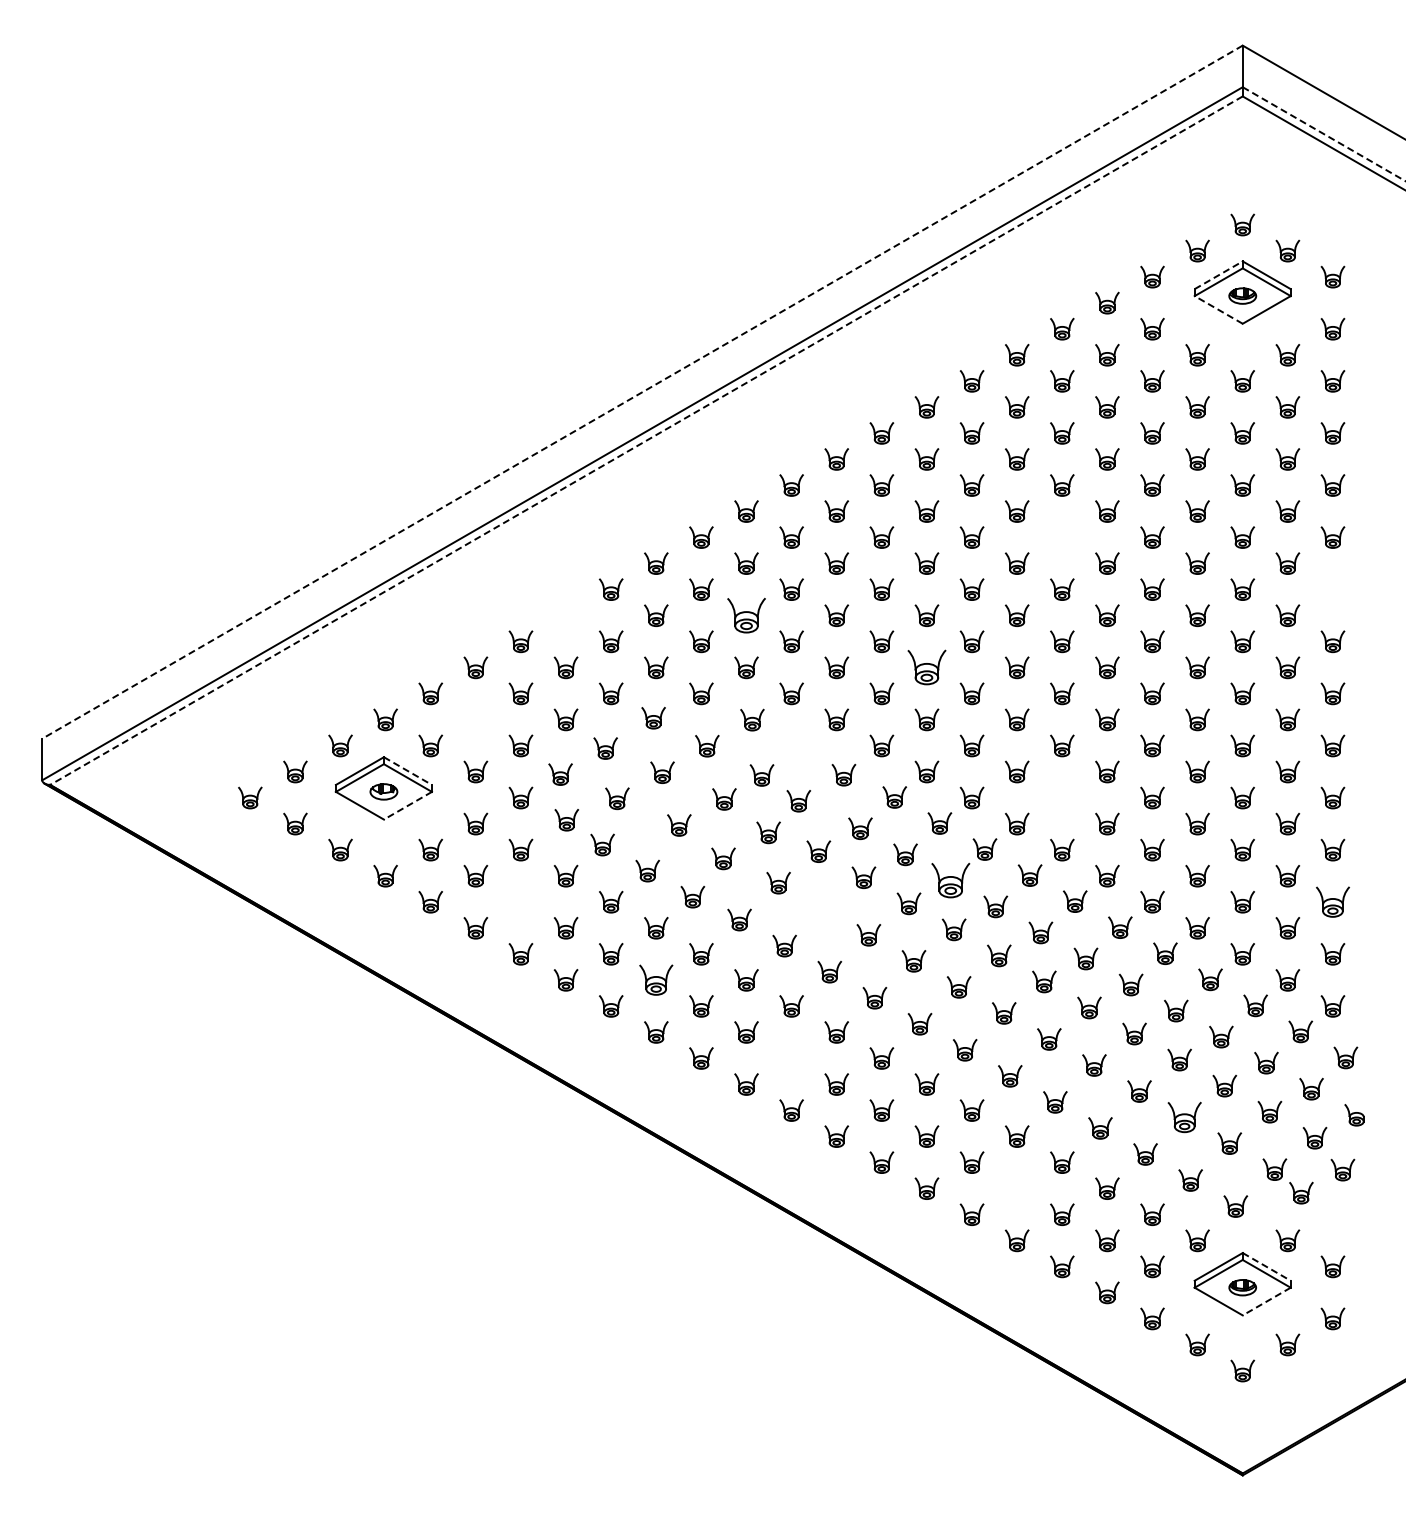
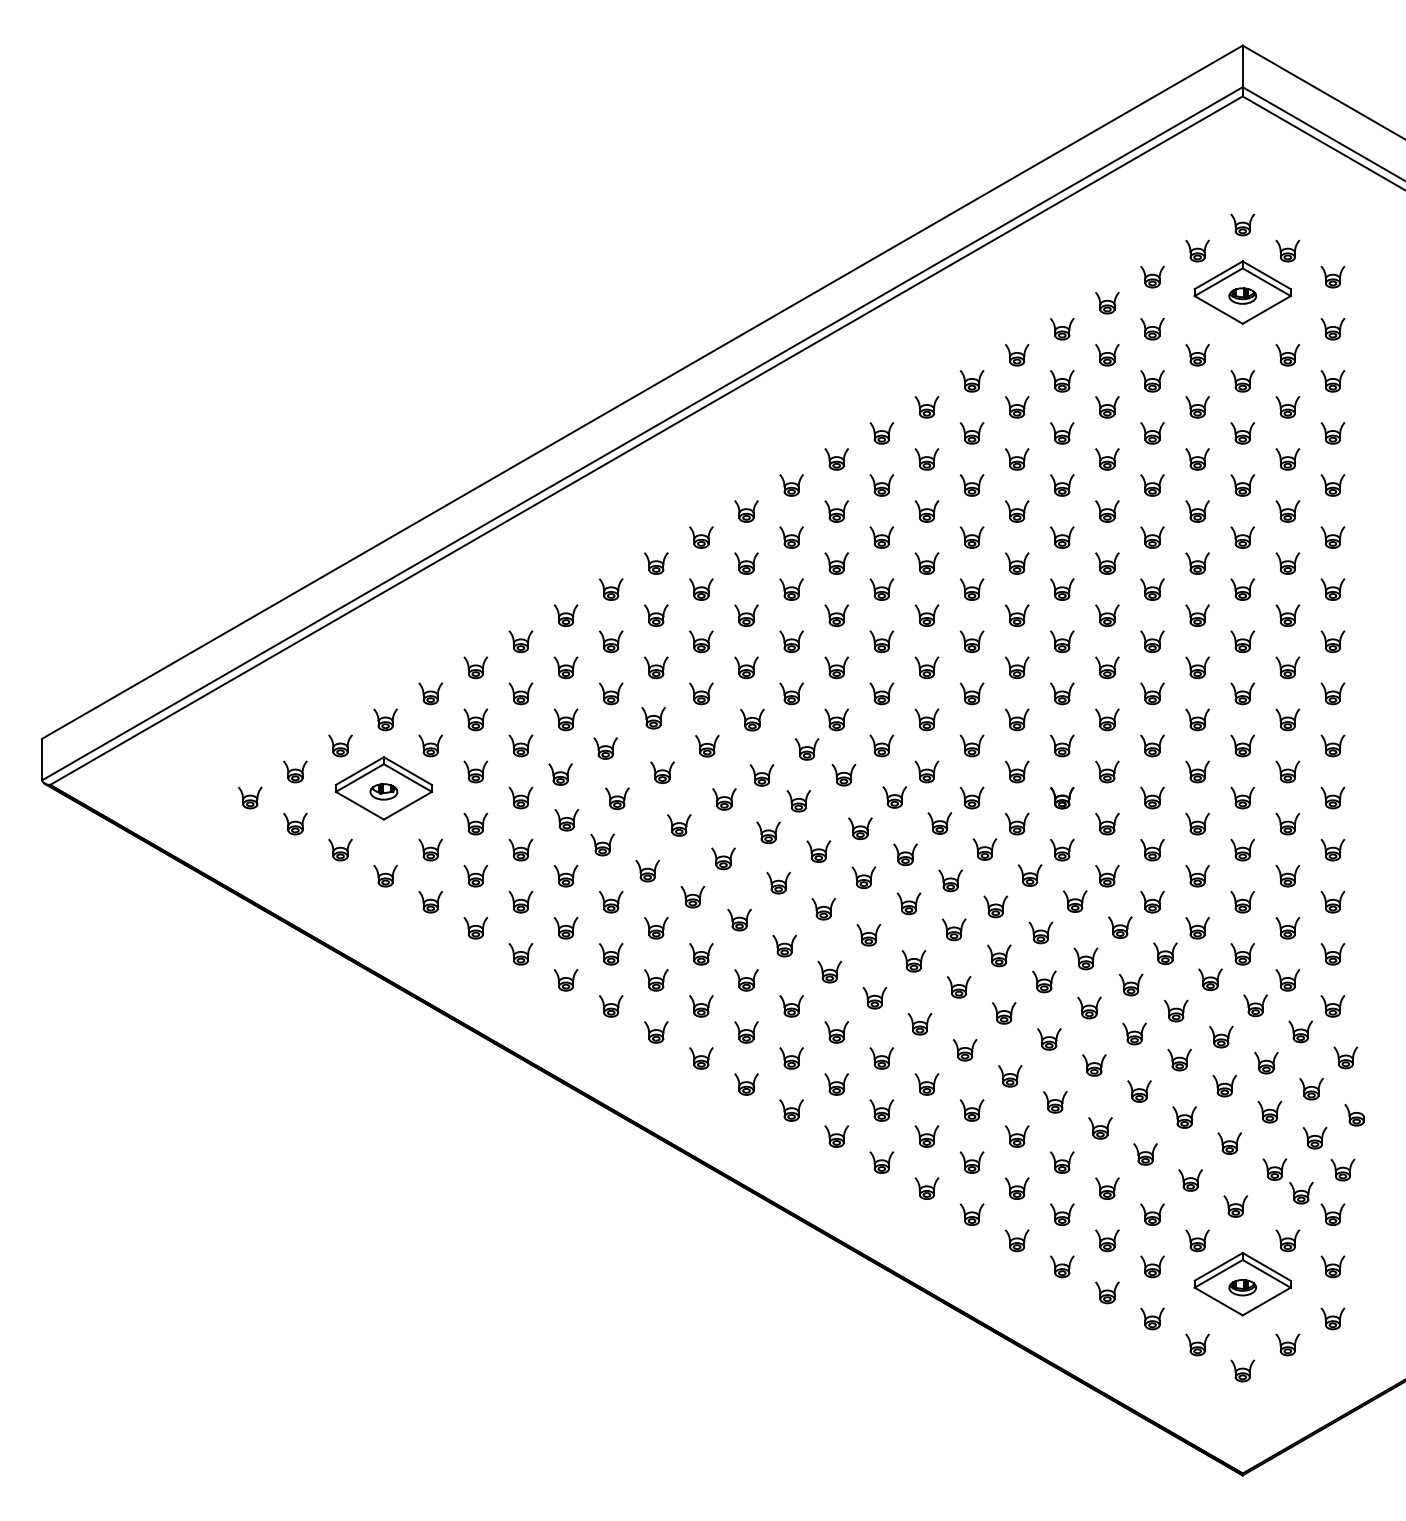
line at (1324, 134): dashed -> solid
line at (1218, 275): dashed -> solid
line at (1218, 309): dashed -> solid
line at (642, 392): dashed -> solid
line at (646, 440): dashed -> solid
part at (1062, 537): none -> present
part at (1332, 589): none -> present
part at (565, 615): none -> present
part at (746, 615) size: 39x37 px -> 25x23 px
part at (926, 667) size: 40x37 px -> 26x24 px
part at (475, 719): none -> present
part at (806, 749): none -> present
line at (407, 771): dashed -> solid
part at (1062, 797): none -> present
line at (407, 805): dashed -> solid
part at (950, 880) size: 40x37 px -> 25x24 px
part at (520, 901): none -> present
part at (1332, 901) size: 34x32 px -> 26x24 px
part at (823, 909): none -> present
part at (656, 979) size: 35x32 px -> 25x23 px
part at (791, 1058): none -> present
part at (1184, 1117) size: 35x33 px -> 25x23 px
part at (1017, 1188): none -> present
part at (1332, 1214): none -> present
line at (1266, 1266): dashed -> solid
line at (1266, 1301): dashed -> solid
